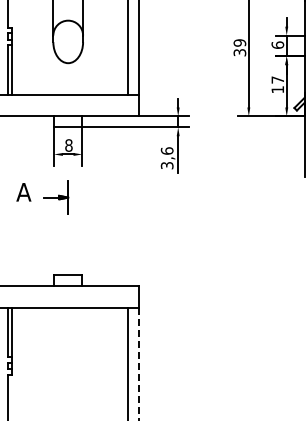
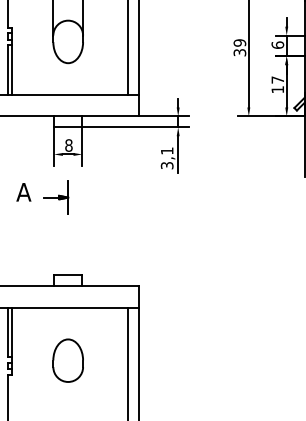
text at (166, 150): 3,6 -> 3,1
part at (67, 360): none -> present
line at (139, 363): dashed -> solid
